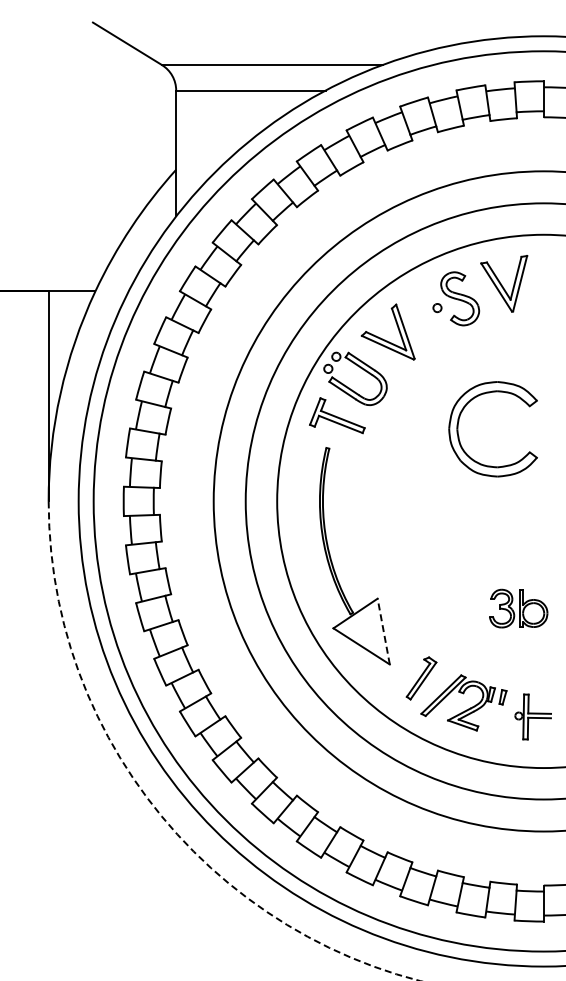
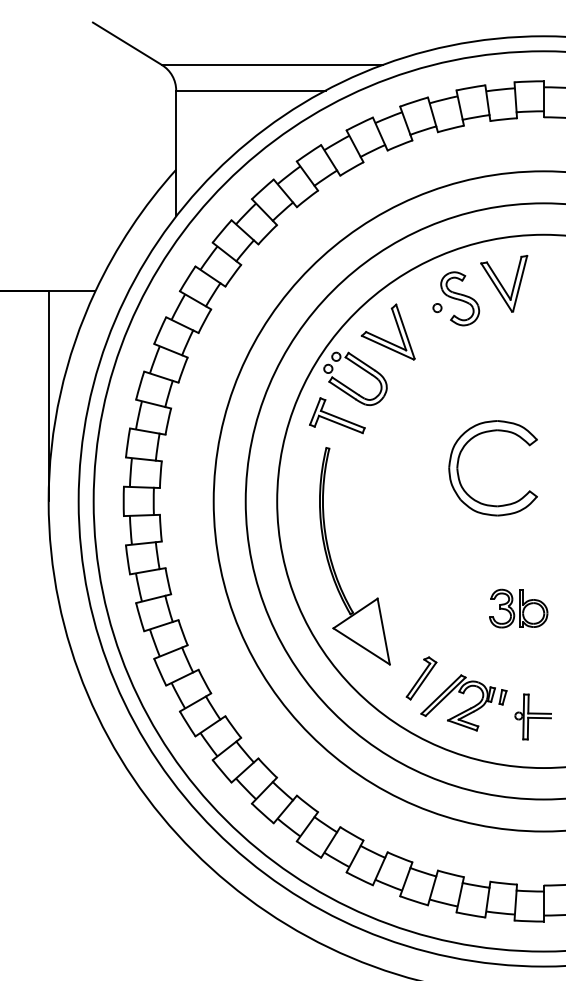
part at (459, 436) position: (459, 436) -> (459, 475)
line at (383, 631): dashed -> solid
arc at (151, 803): dashed -> solid
